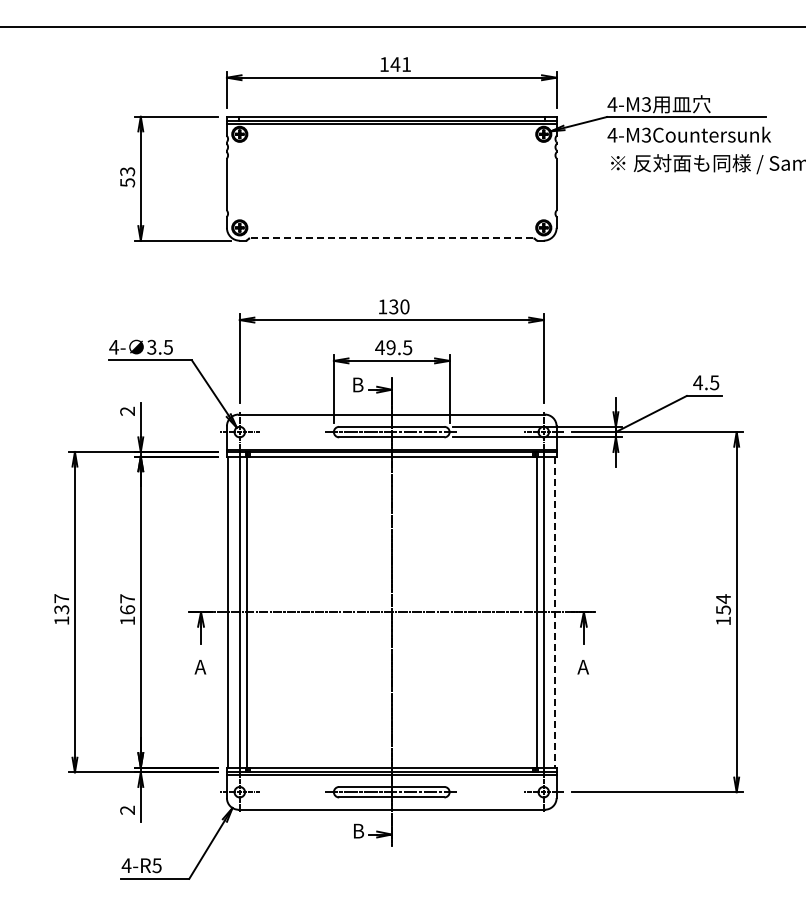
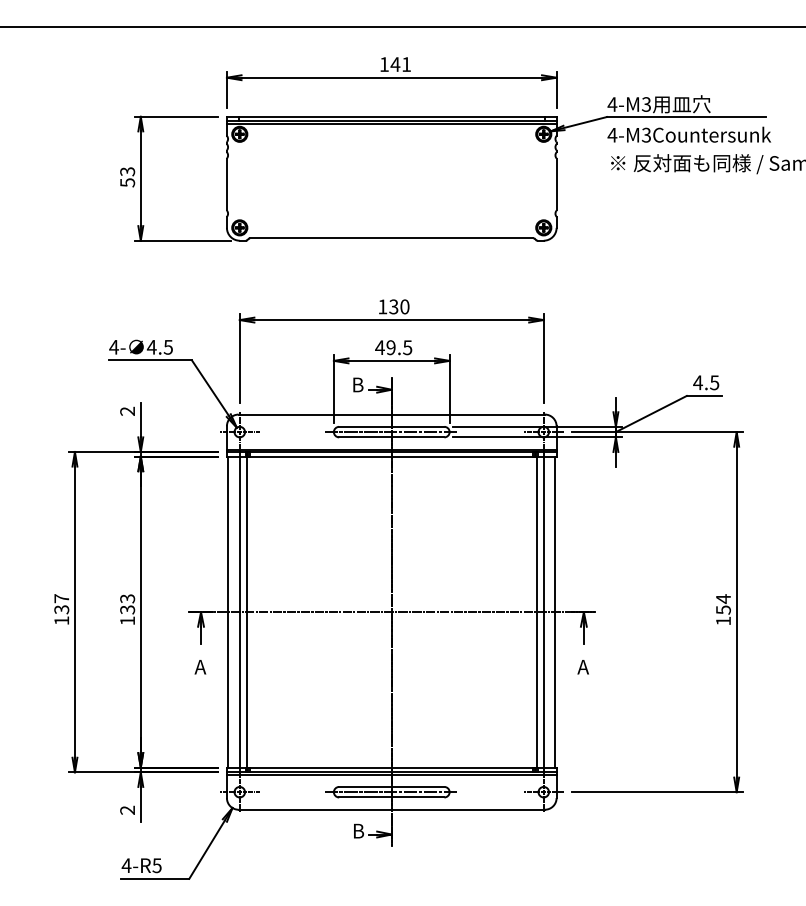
line at (391, 238): dashed -> solid
text at (151, 346): 3.5 -> 4.5
text at (127, 604): 167 -> 133
line at (555, 612): dashed -> solid
